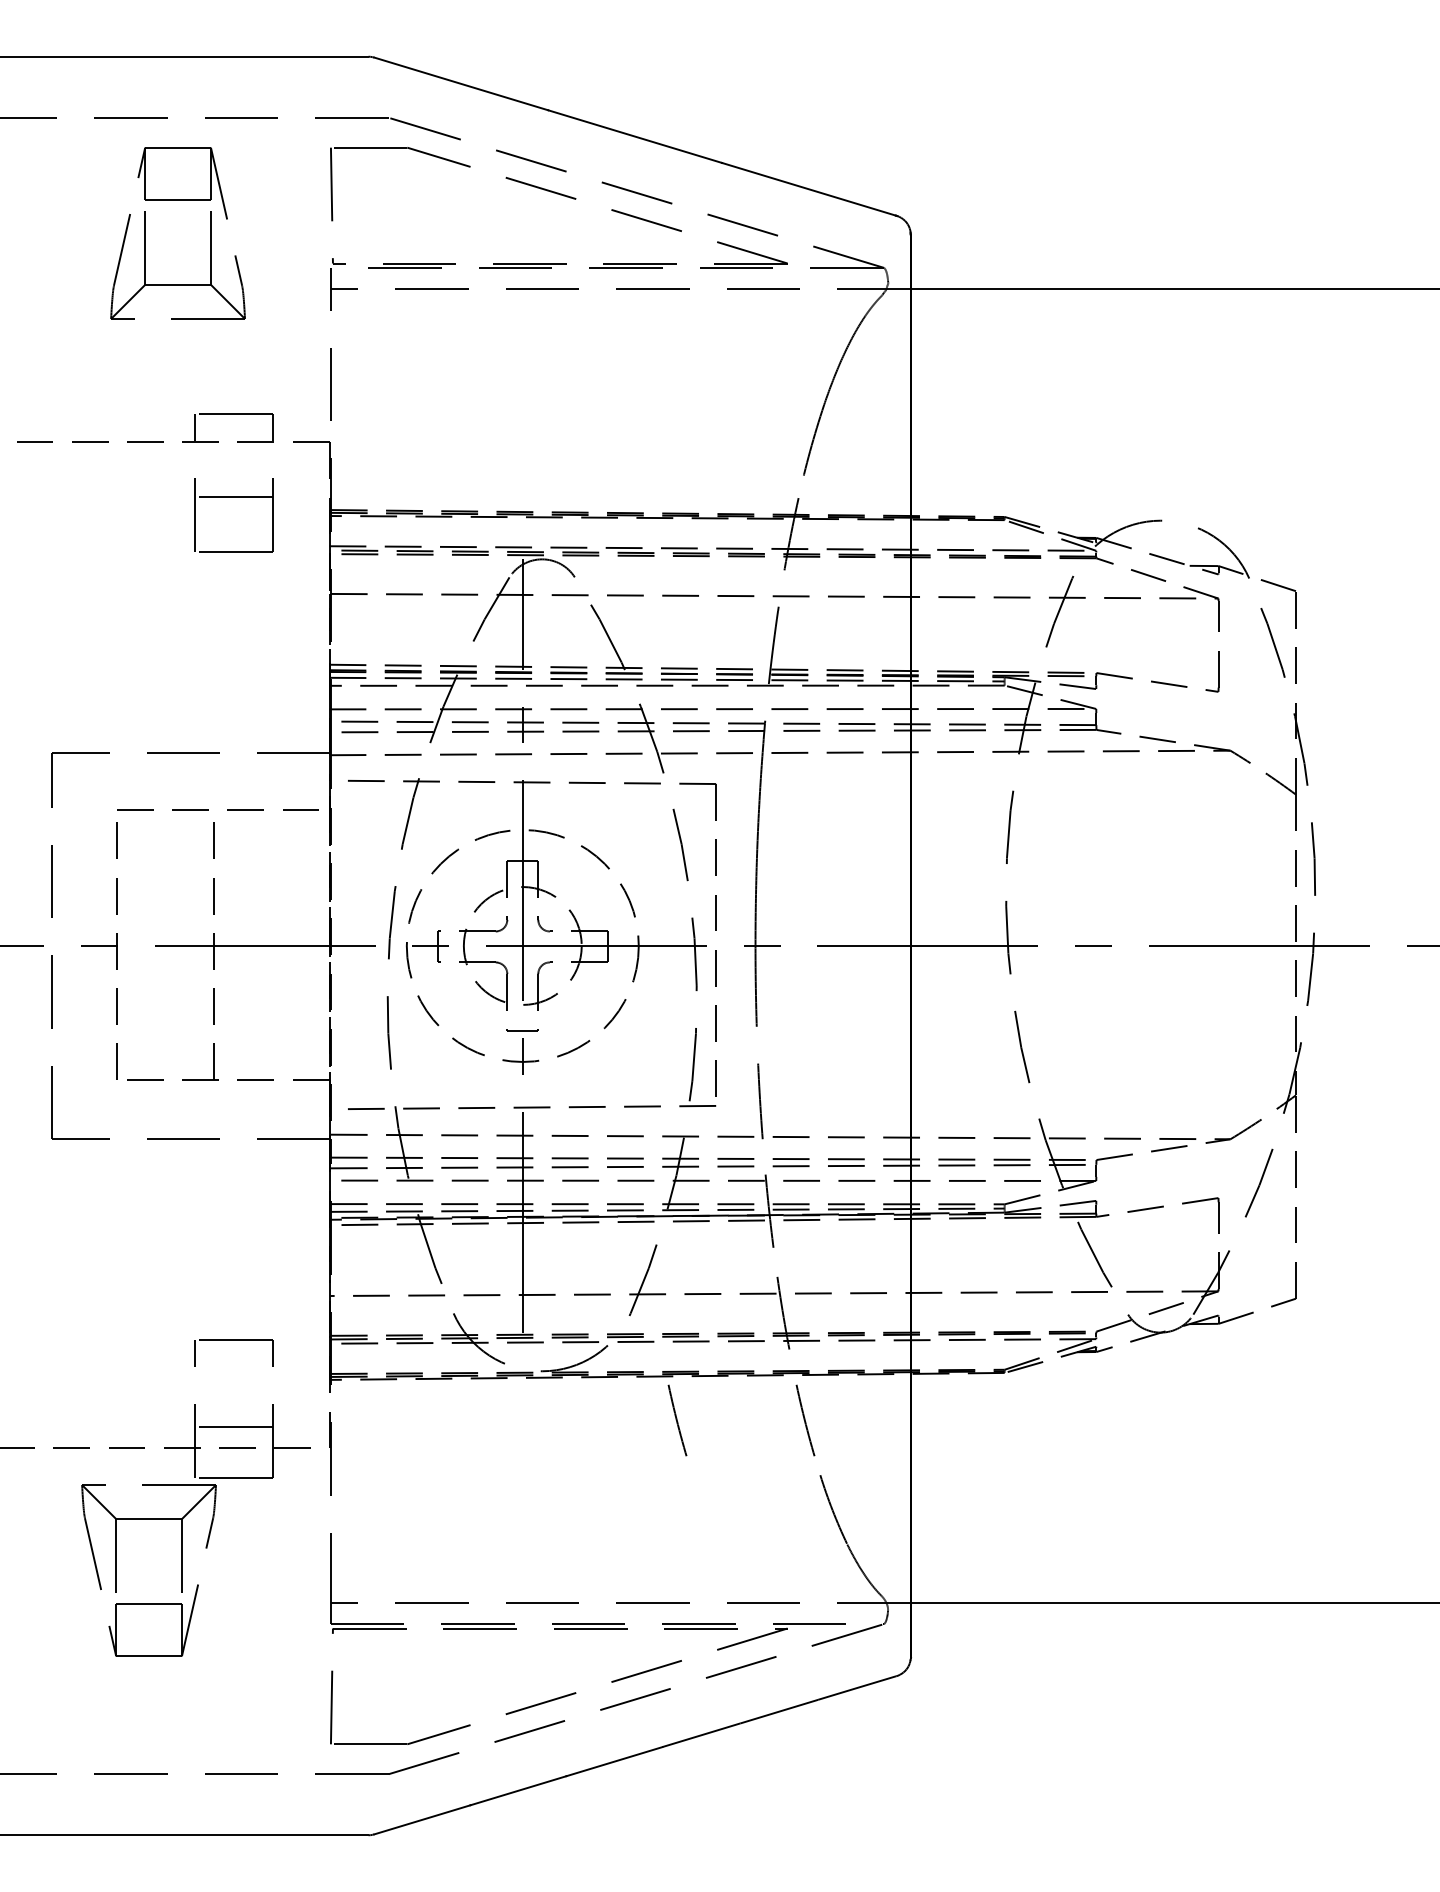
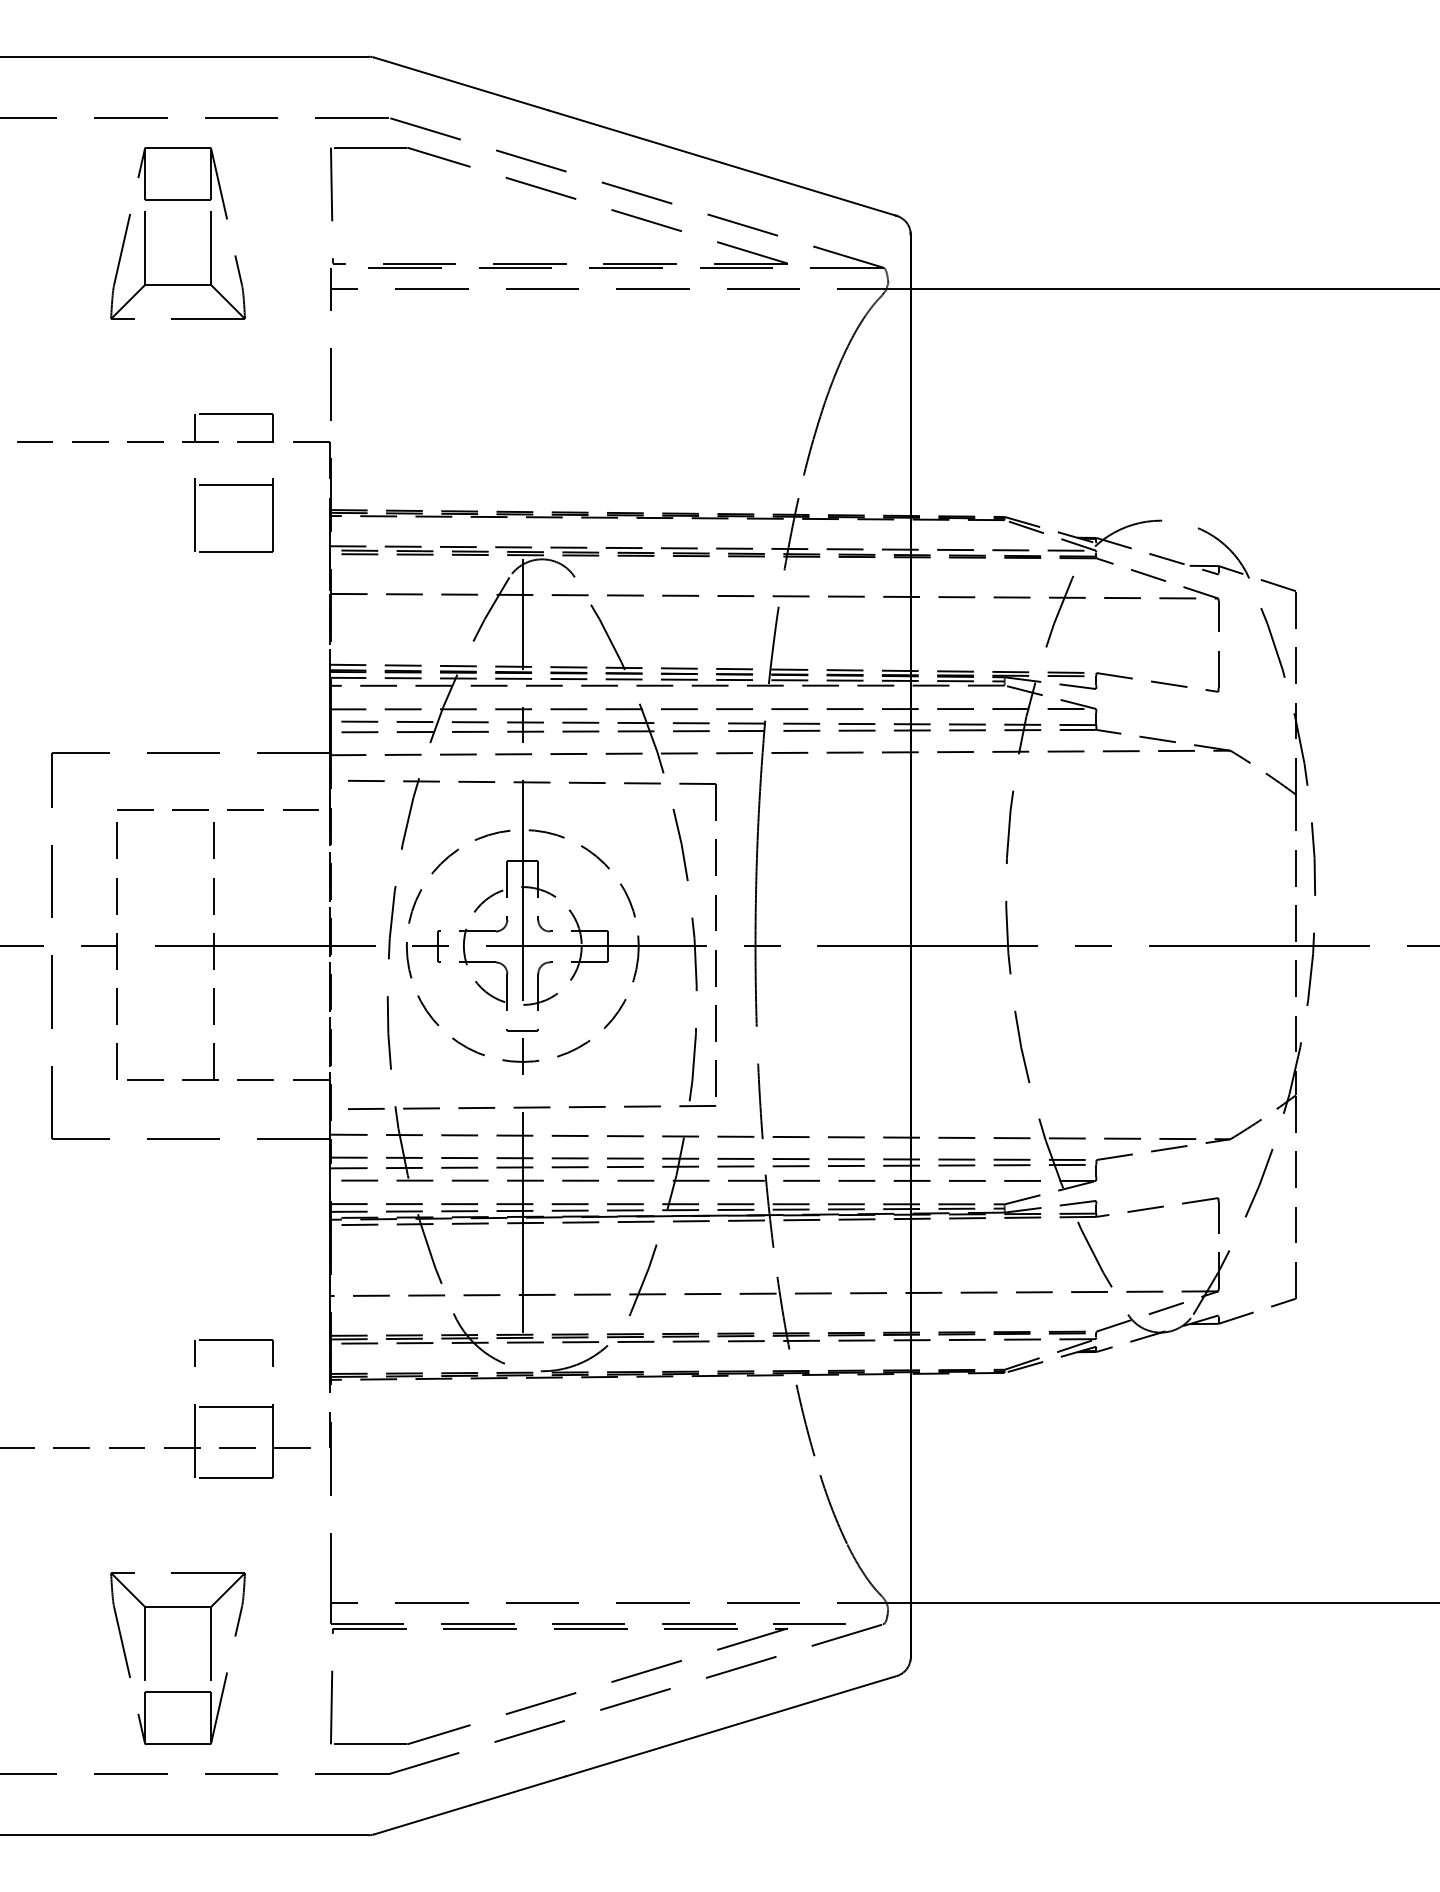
line at (233, 496) position: (233, 496) -> (233, 484)
line at (677, 1420): present -> none
line at (233, 1427) position: (233, 1427) -> (233, 1407)
part at (116, 1570) position: (116, 1570) -> (145, 1658)
